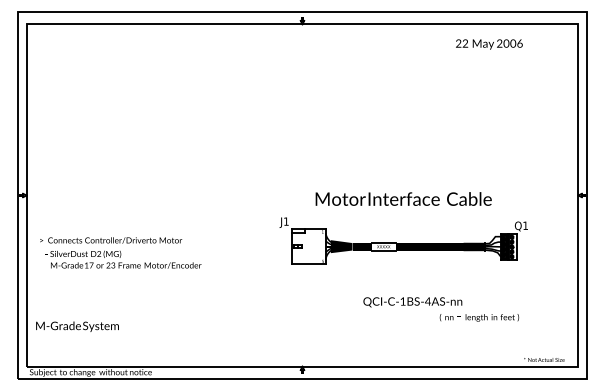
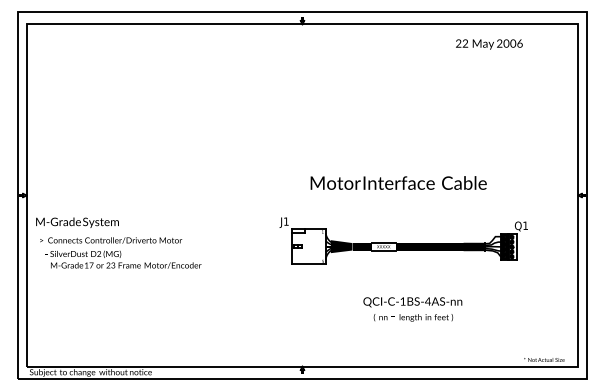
text at (403, 198) position: (403, 198) -> (398, 182)
text at (479, 317) position: (479, 317) -> (413, 317)
text at (77, 326) position: (77, 326) -> (77, 222)
